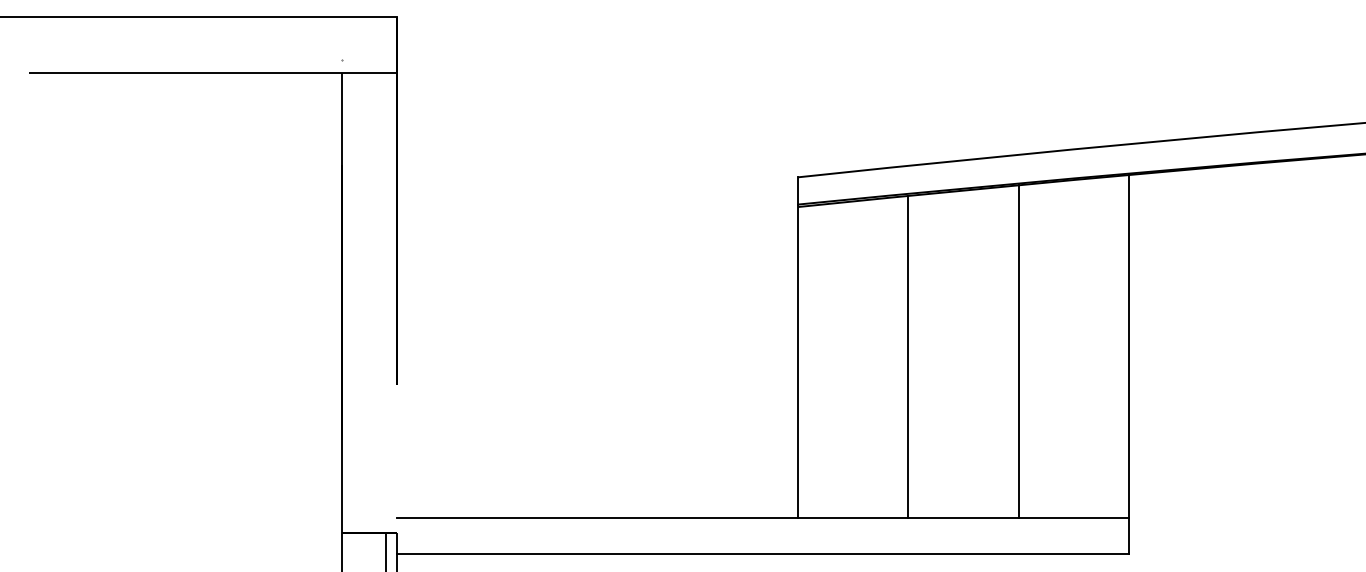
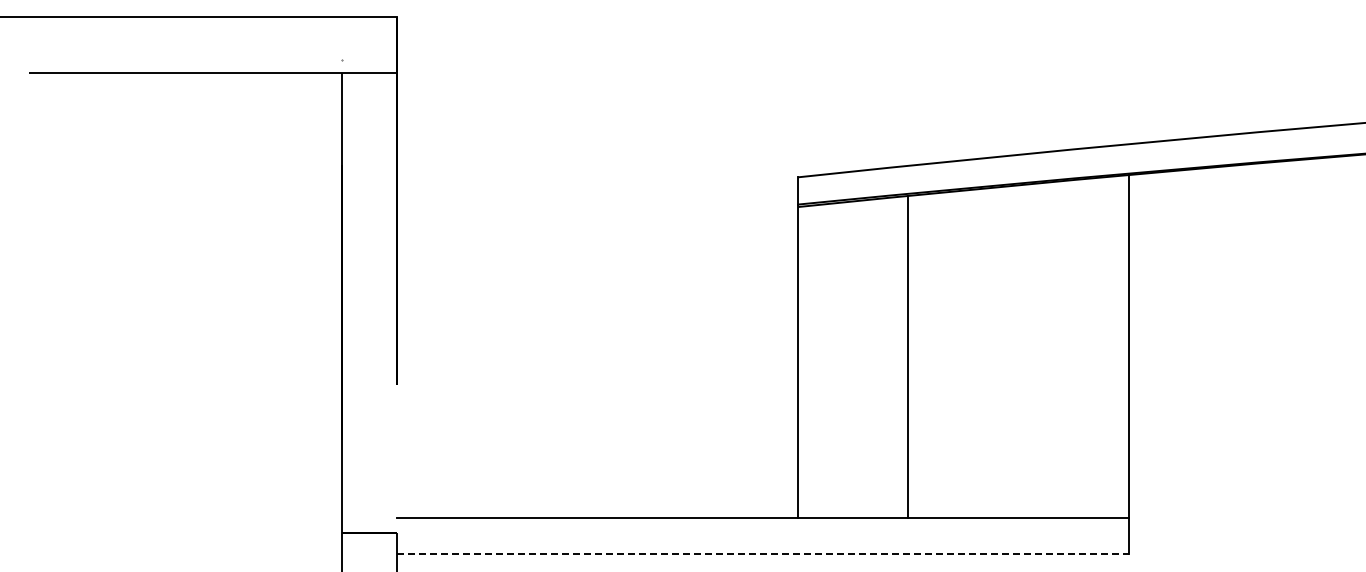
line at (1018, 351): present -> none
line at (386, 550): present -> none
line at (763, 554): solid -> dashed
